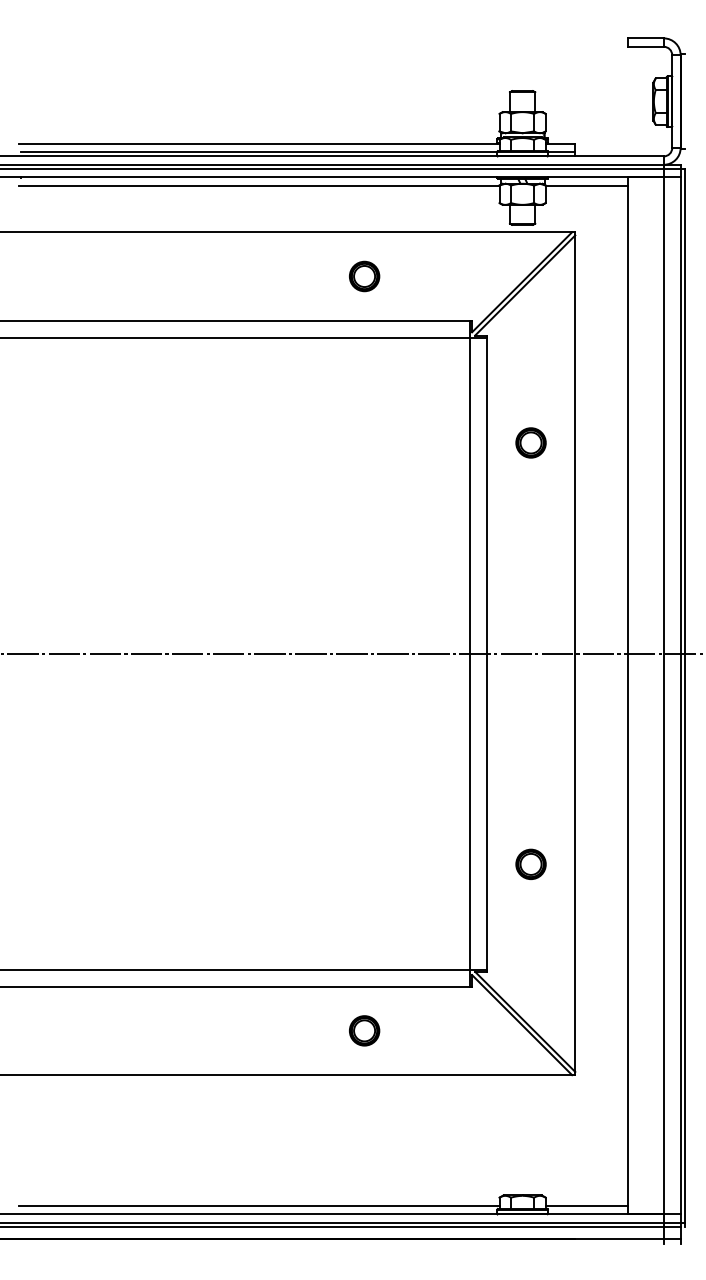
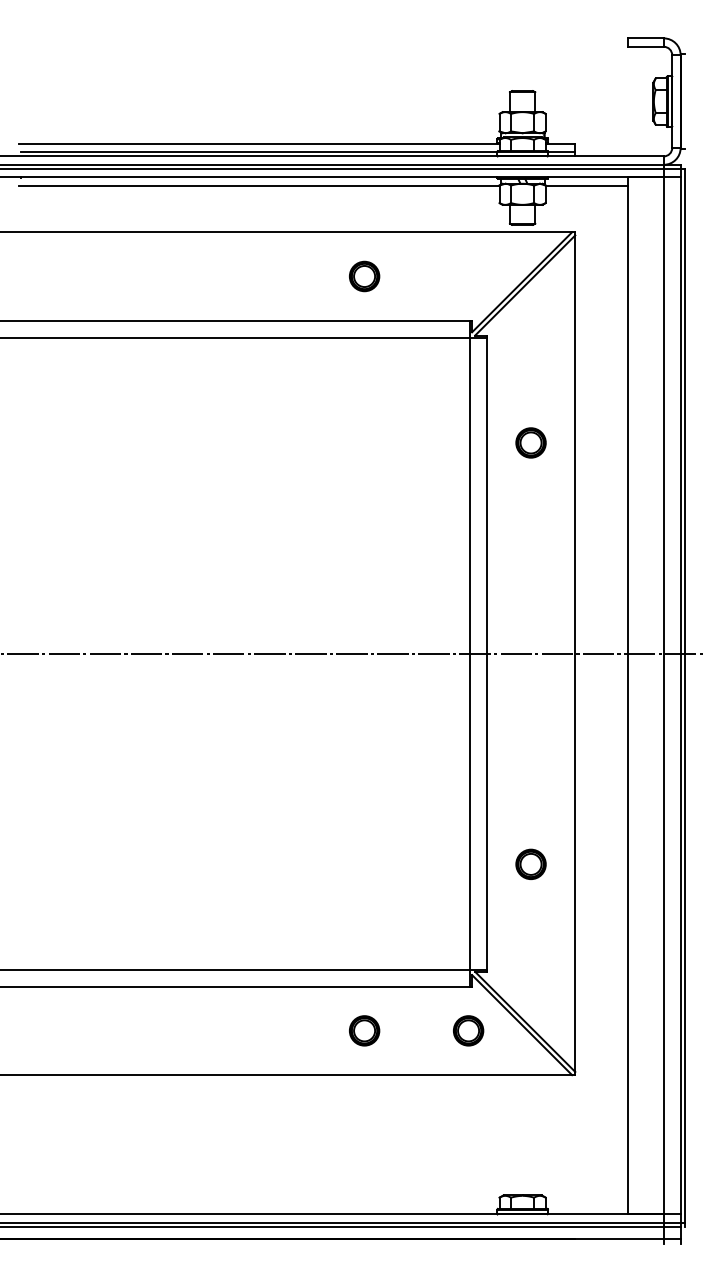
part at (468, 1030): none -> present
line at (258, 1205): present -> none
line at (586, 1205): present -> none
